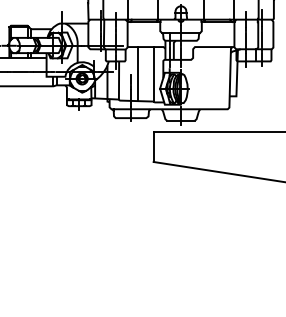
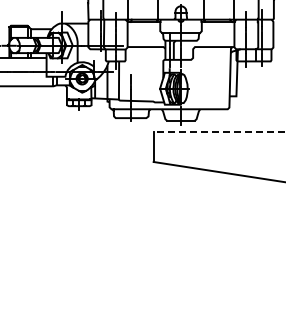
line at (137, 74): present -> none
line at (154, 74): present -> none
line at (219, 131): solid -> dashed
